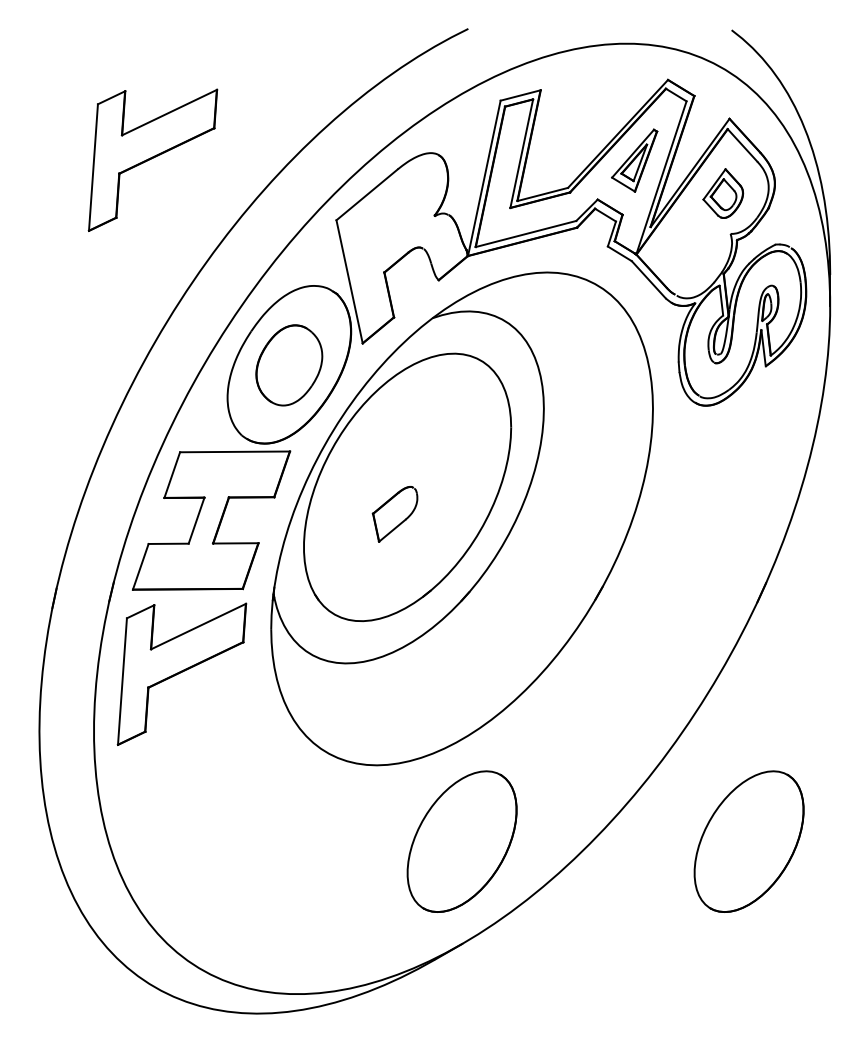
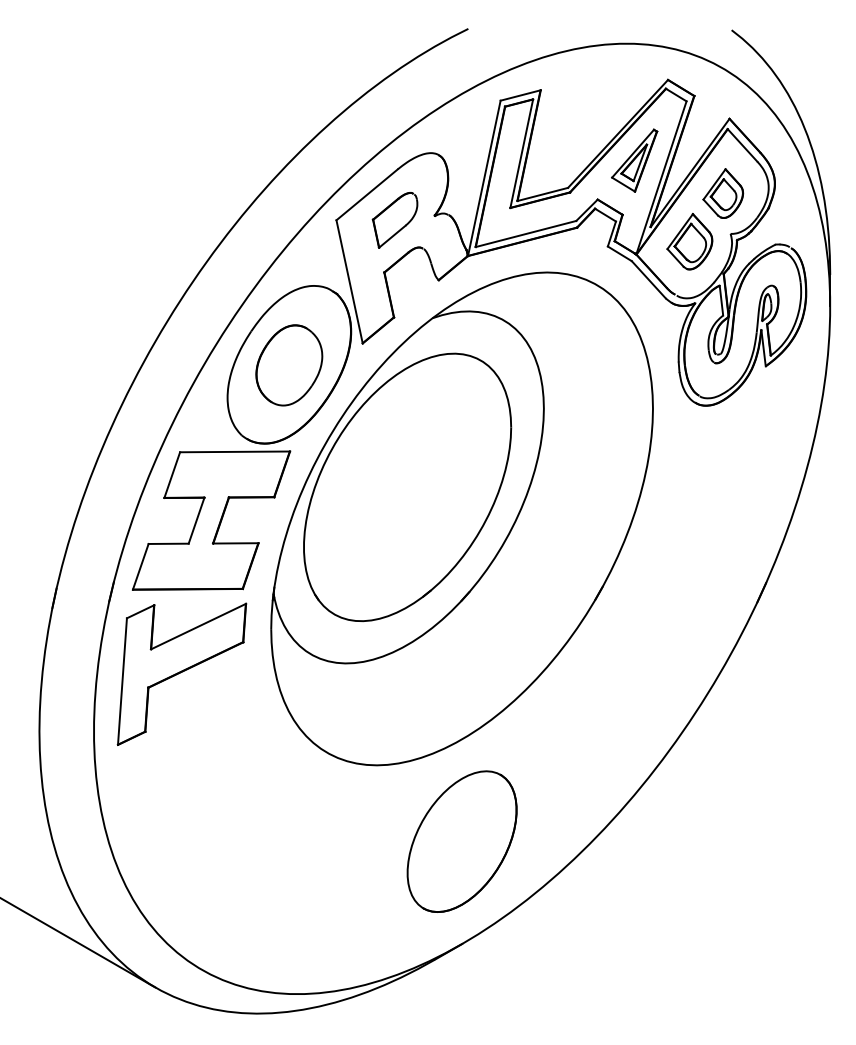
part at (152, 159): present -> none
part at (689, 241): none -> present
part at (394, 514) position: (394, 514) -> (394, 220)
part at (748, 841): present -> none
line at (78, 943): none -> present
